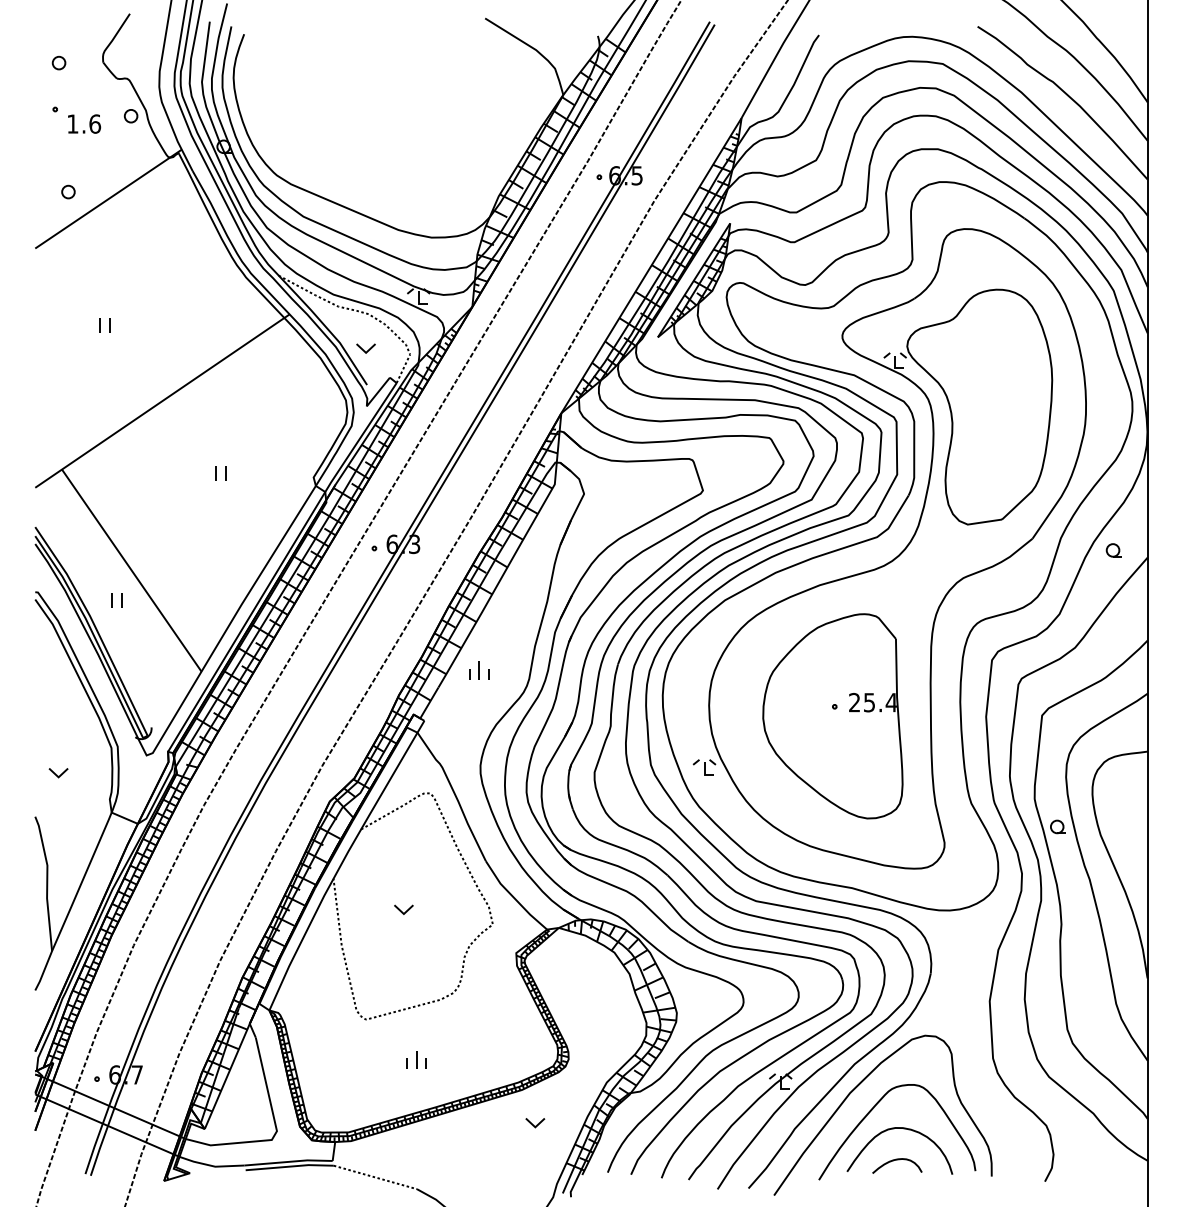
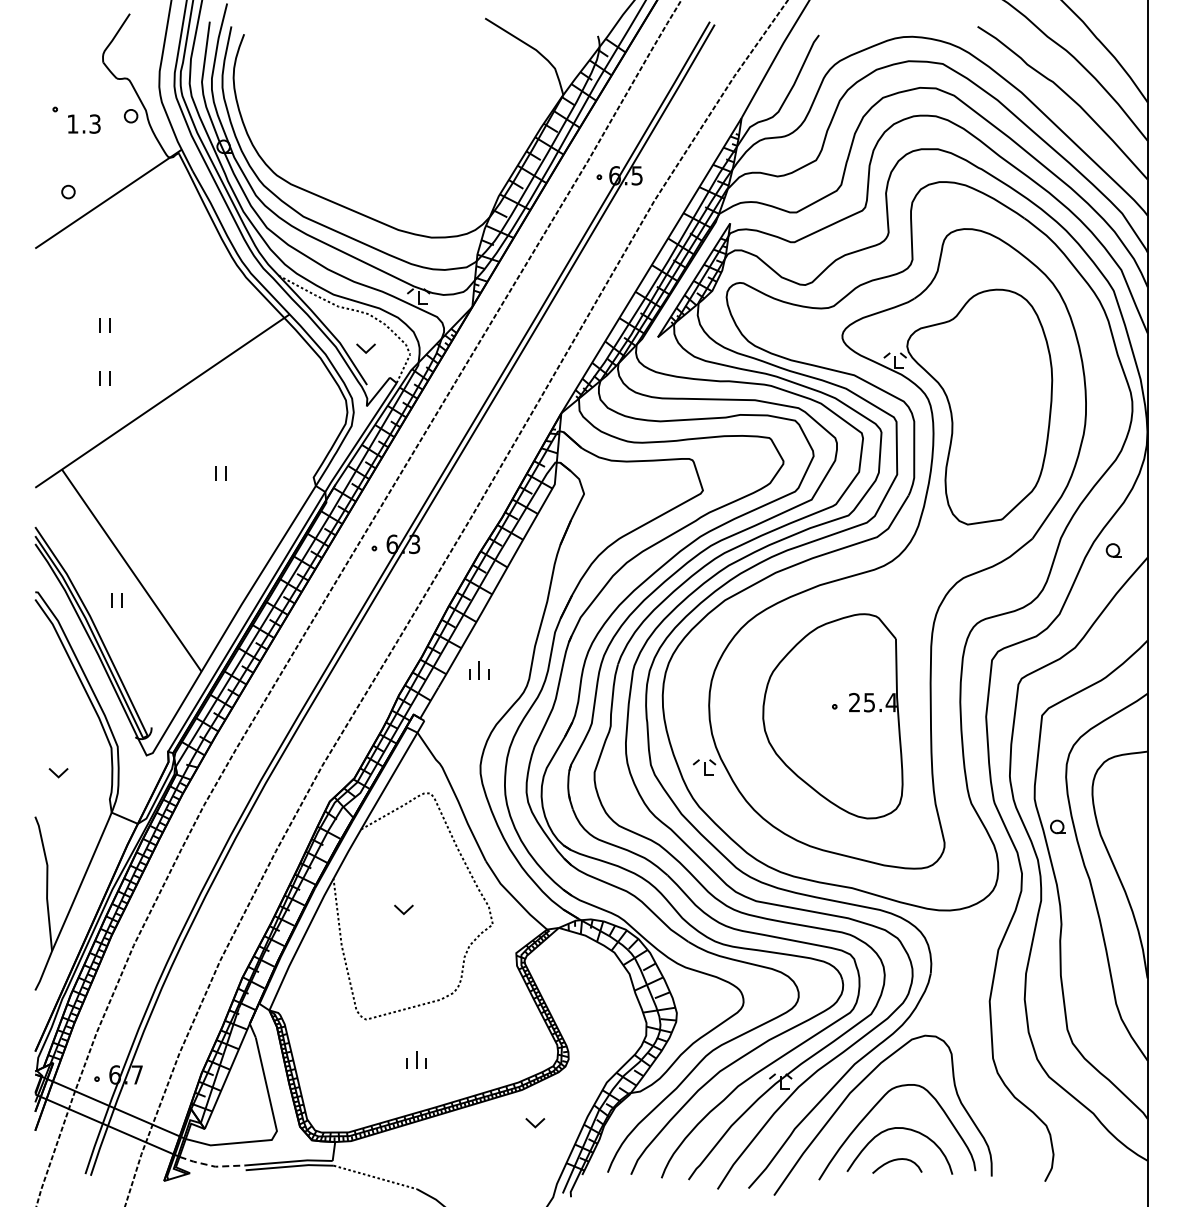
part at (58, 62): present -> none
text at (95, 123): 1.6 -> 1.3
part at (104, 378): none -> present
line at (211, 1165): solid -> dashed
